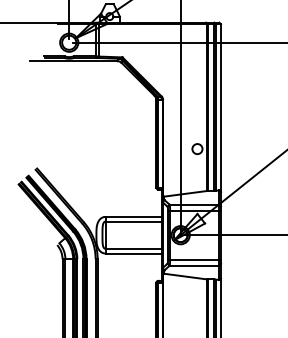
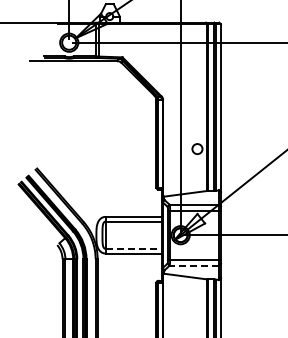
line at (134, 248): solid -> dashed
line at (194, 265): solid -> dashed
